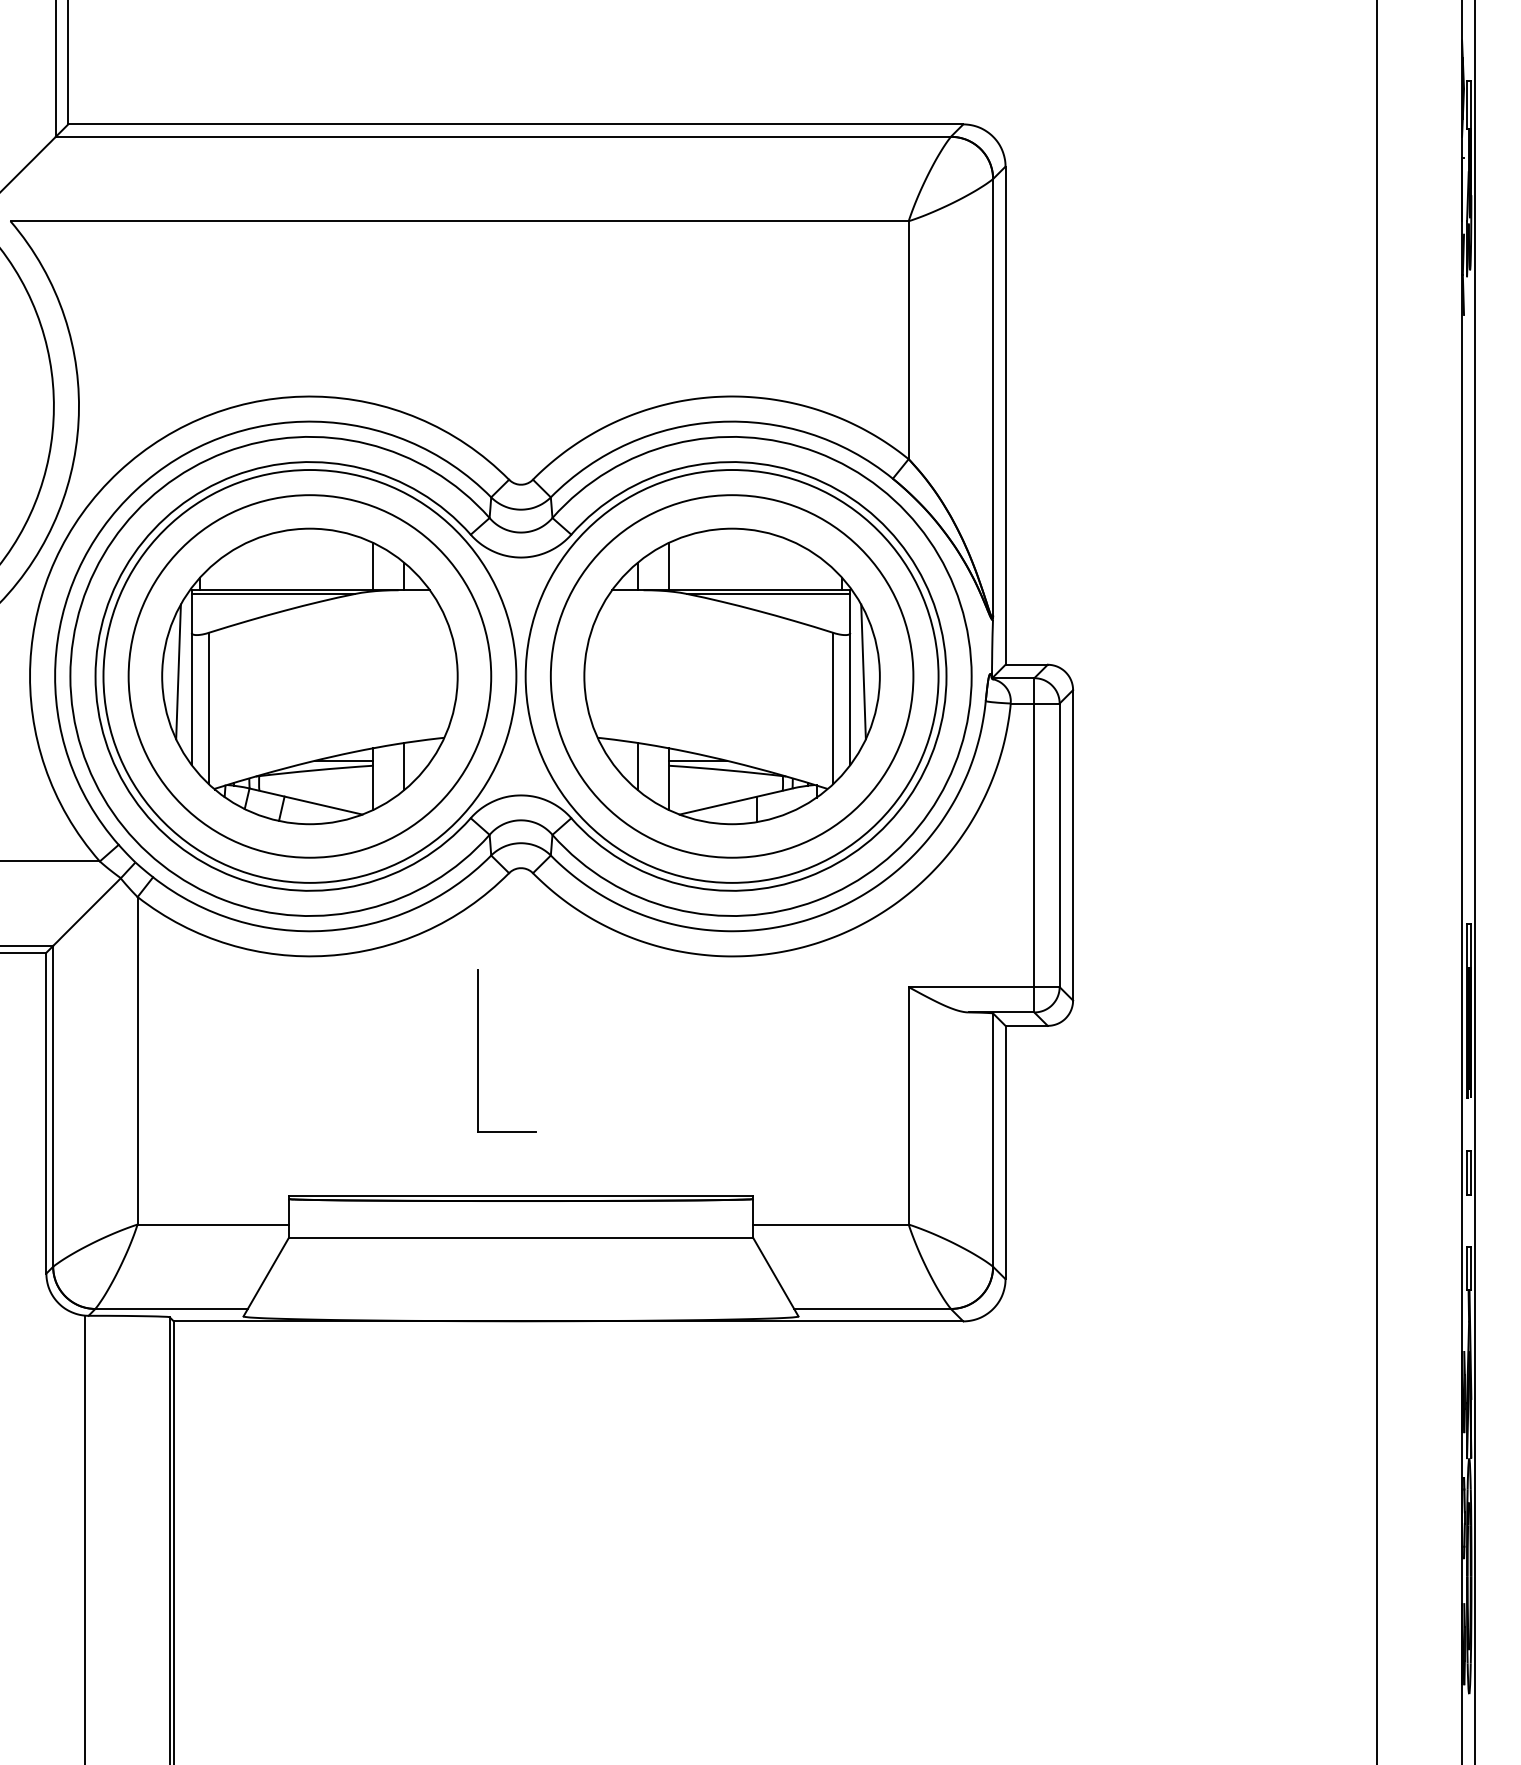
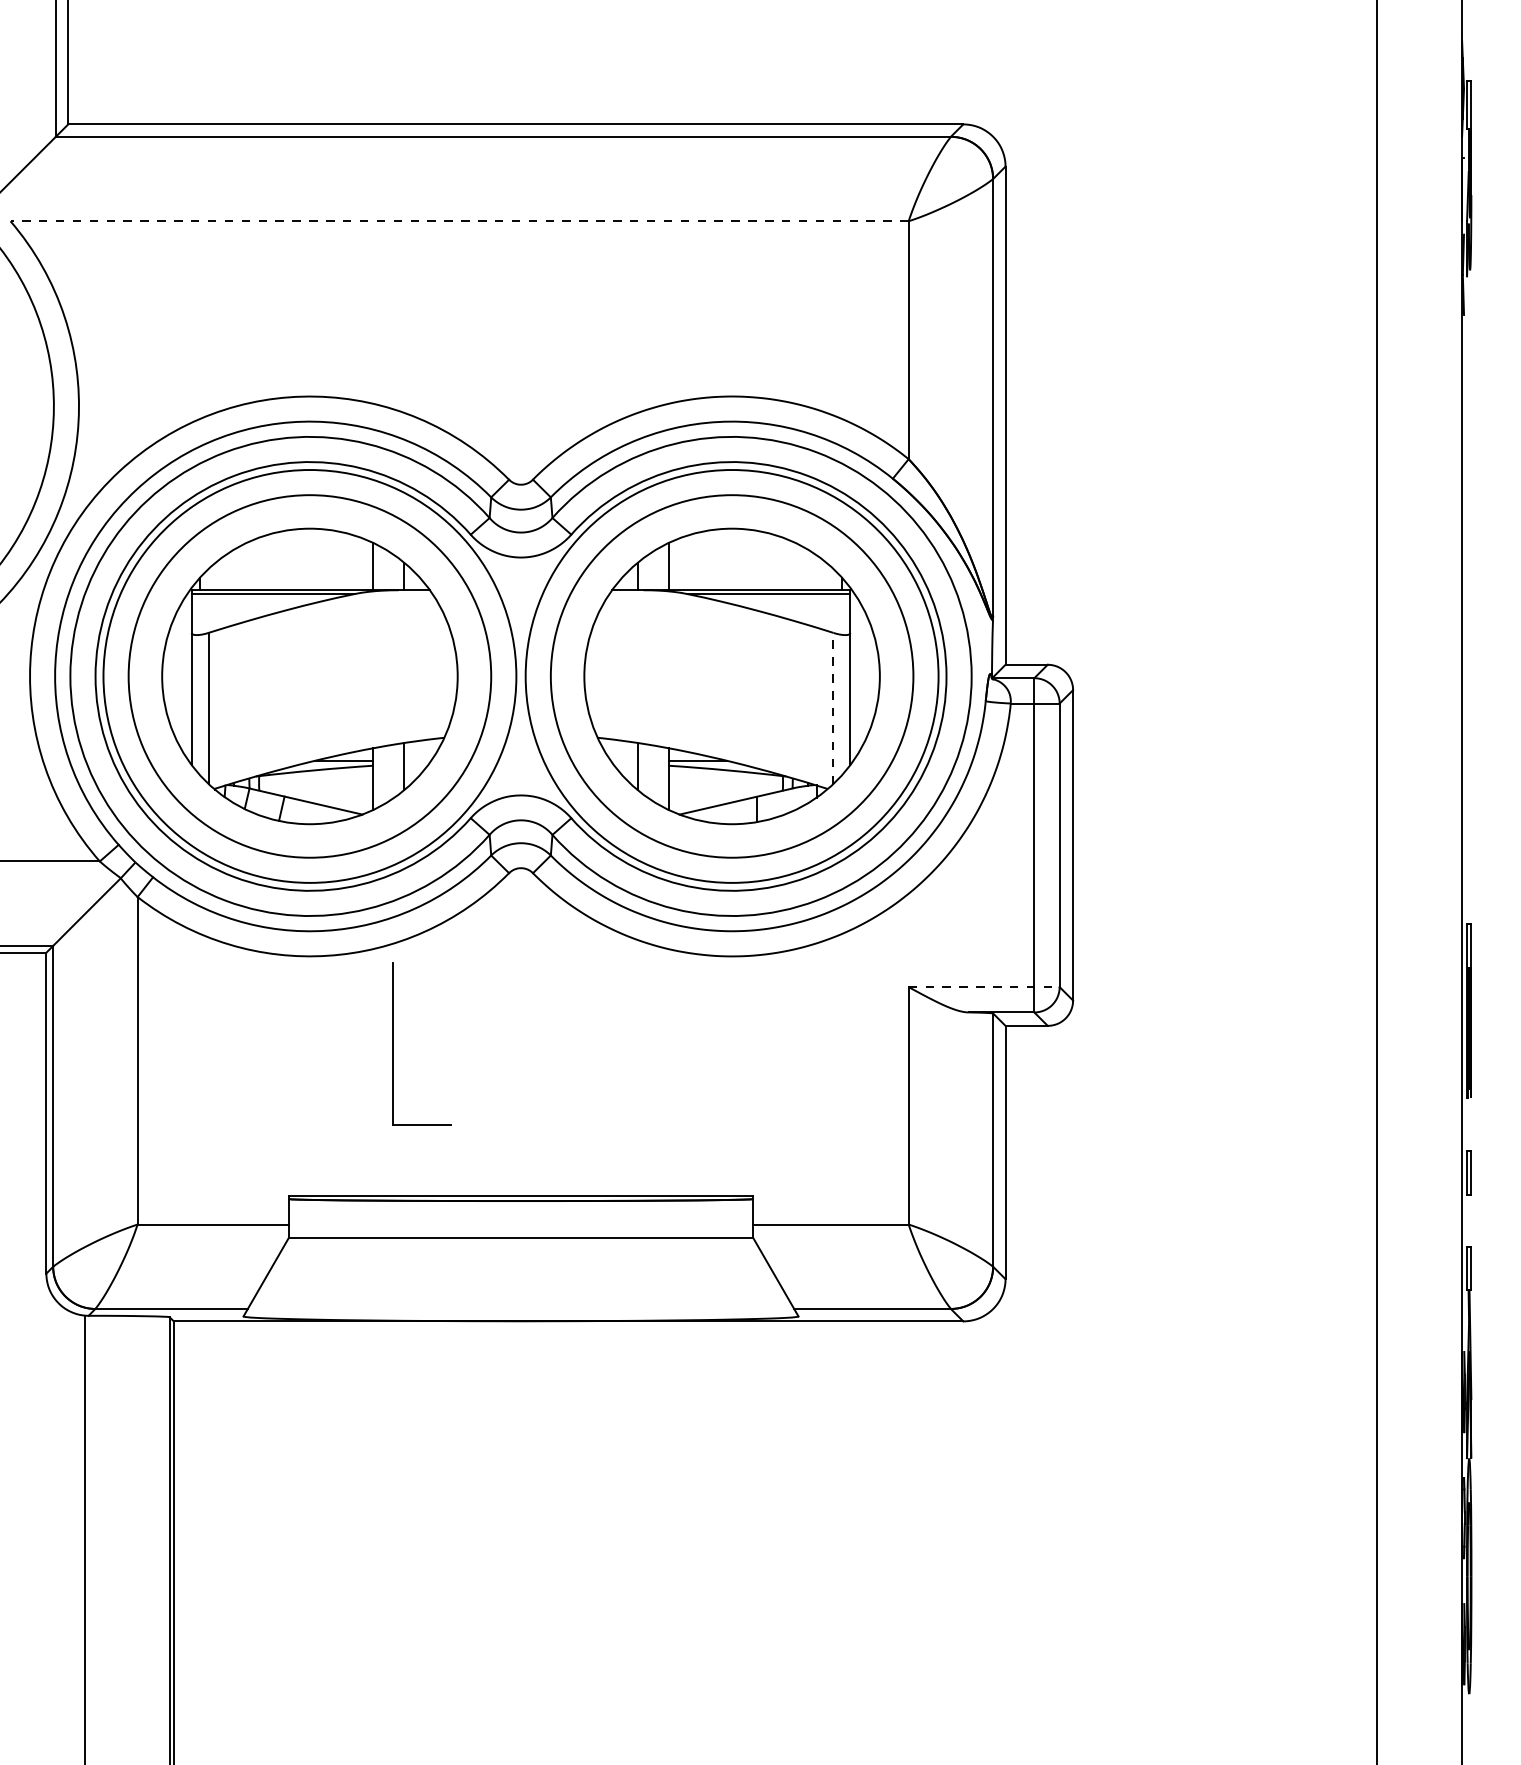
line at (459, 221): solid -> dashed
line at (178, 671): present -> none
line at (863, 671): present -> none
line at (833, 708): solid -> dashed
line at (1475, 881): present -> none
line at (984, 987): solid -> dashed
part at (478, 1050) position: (478, 1050) -> (393, 1043)
